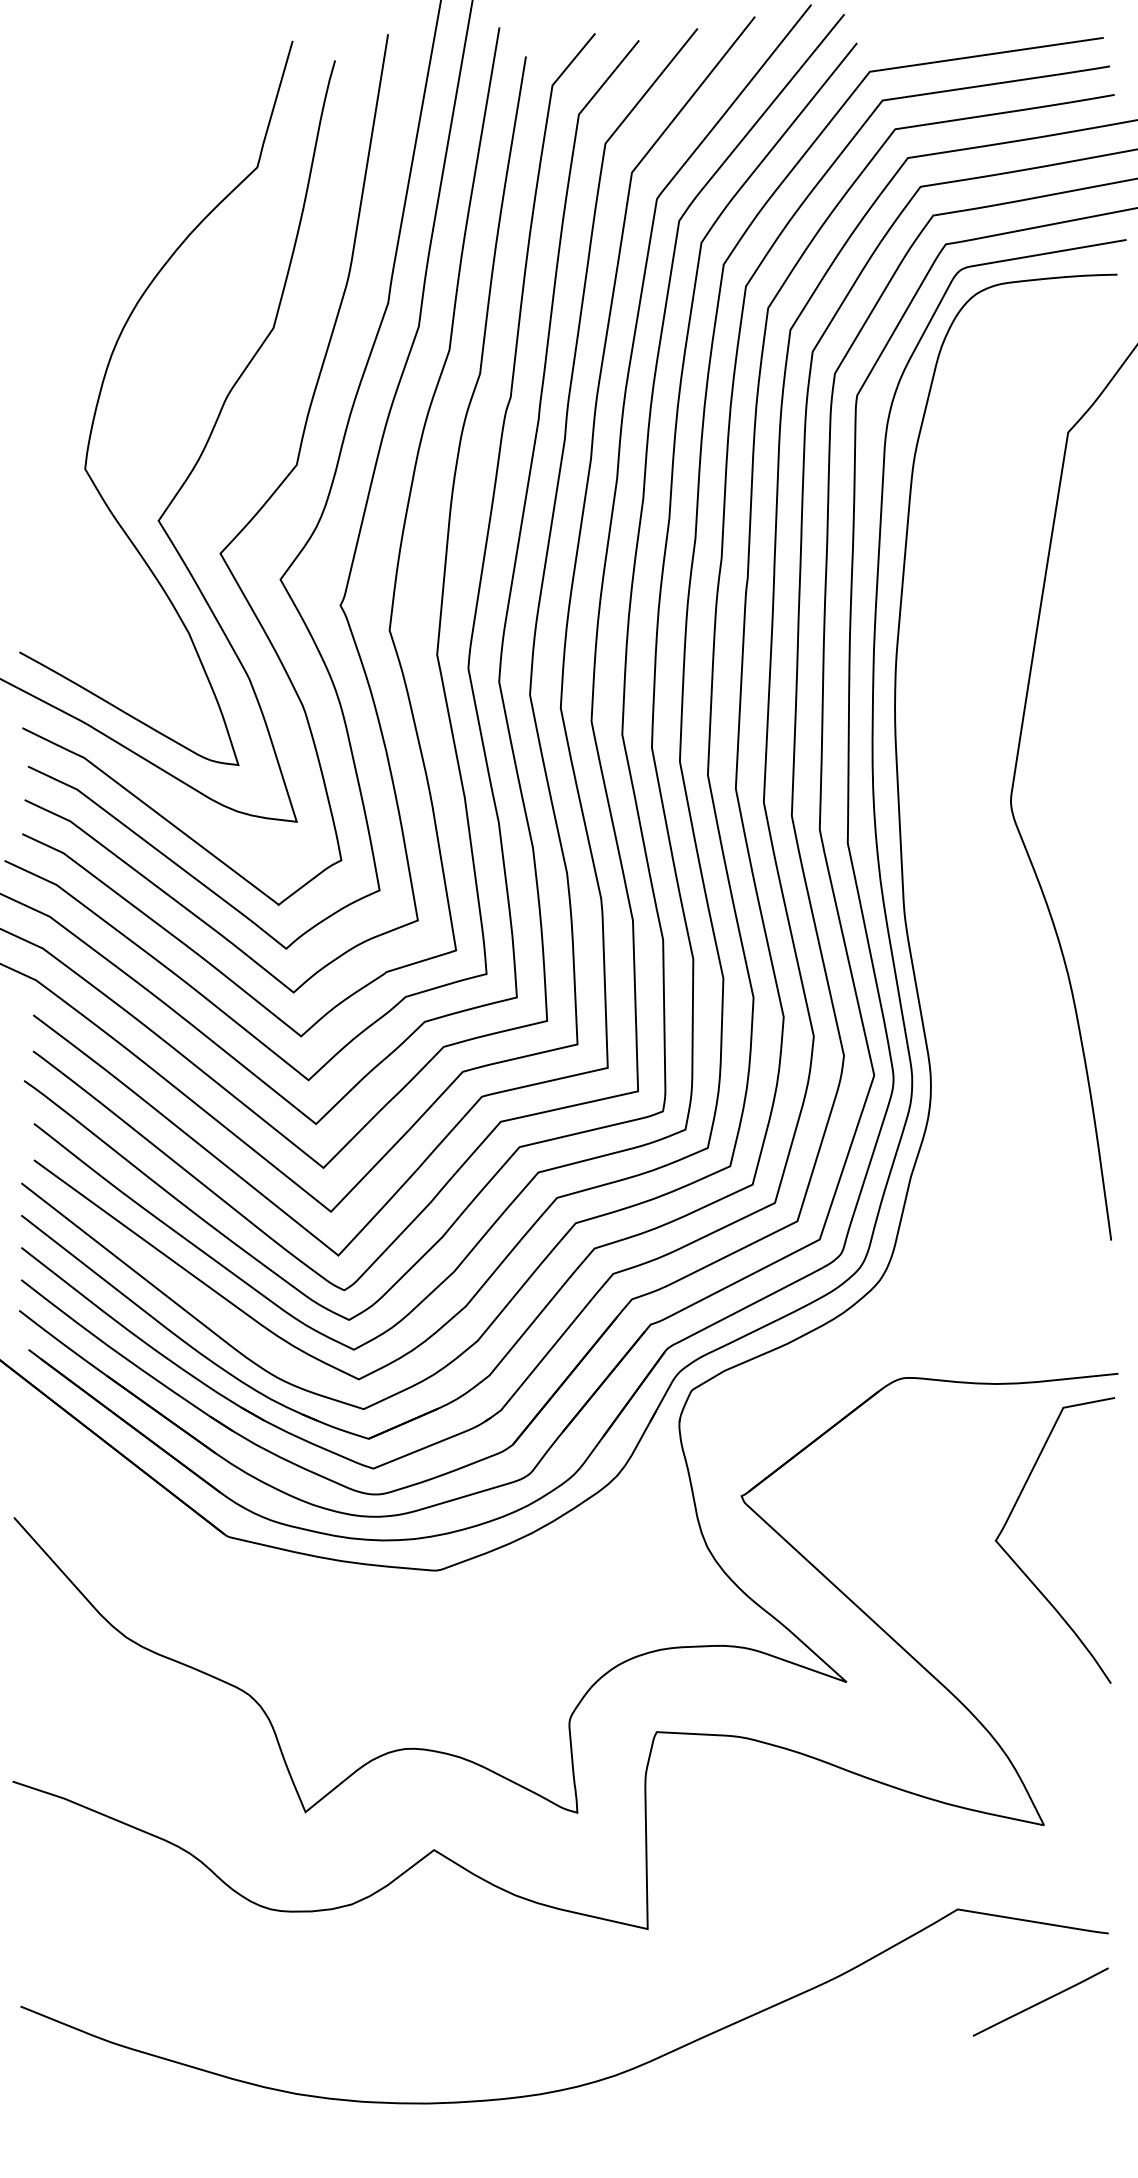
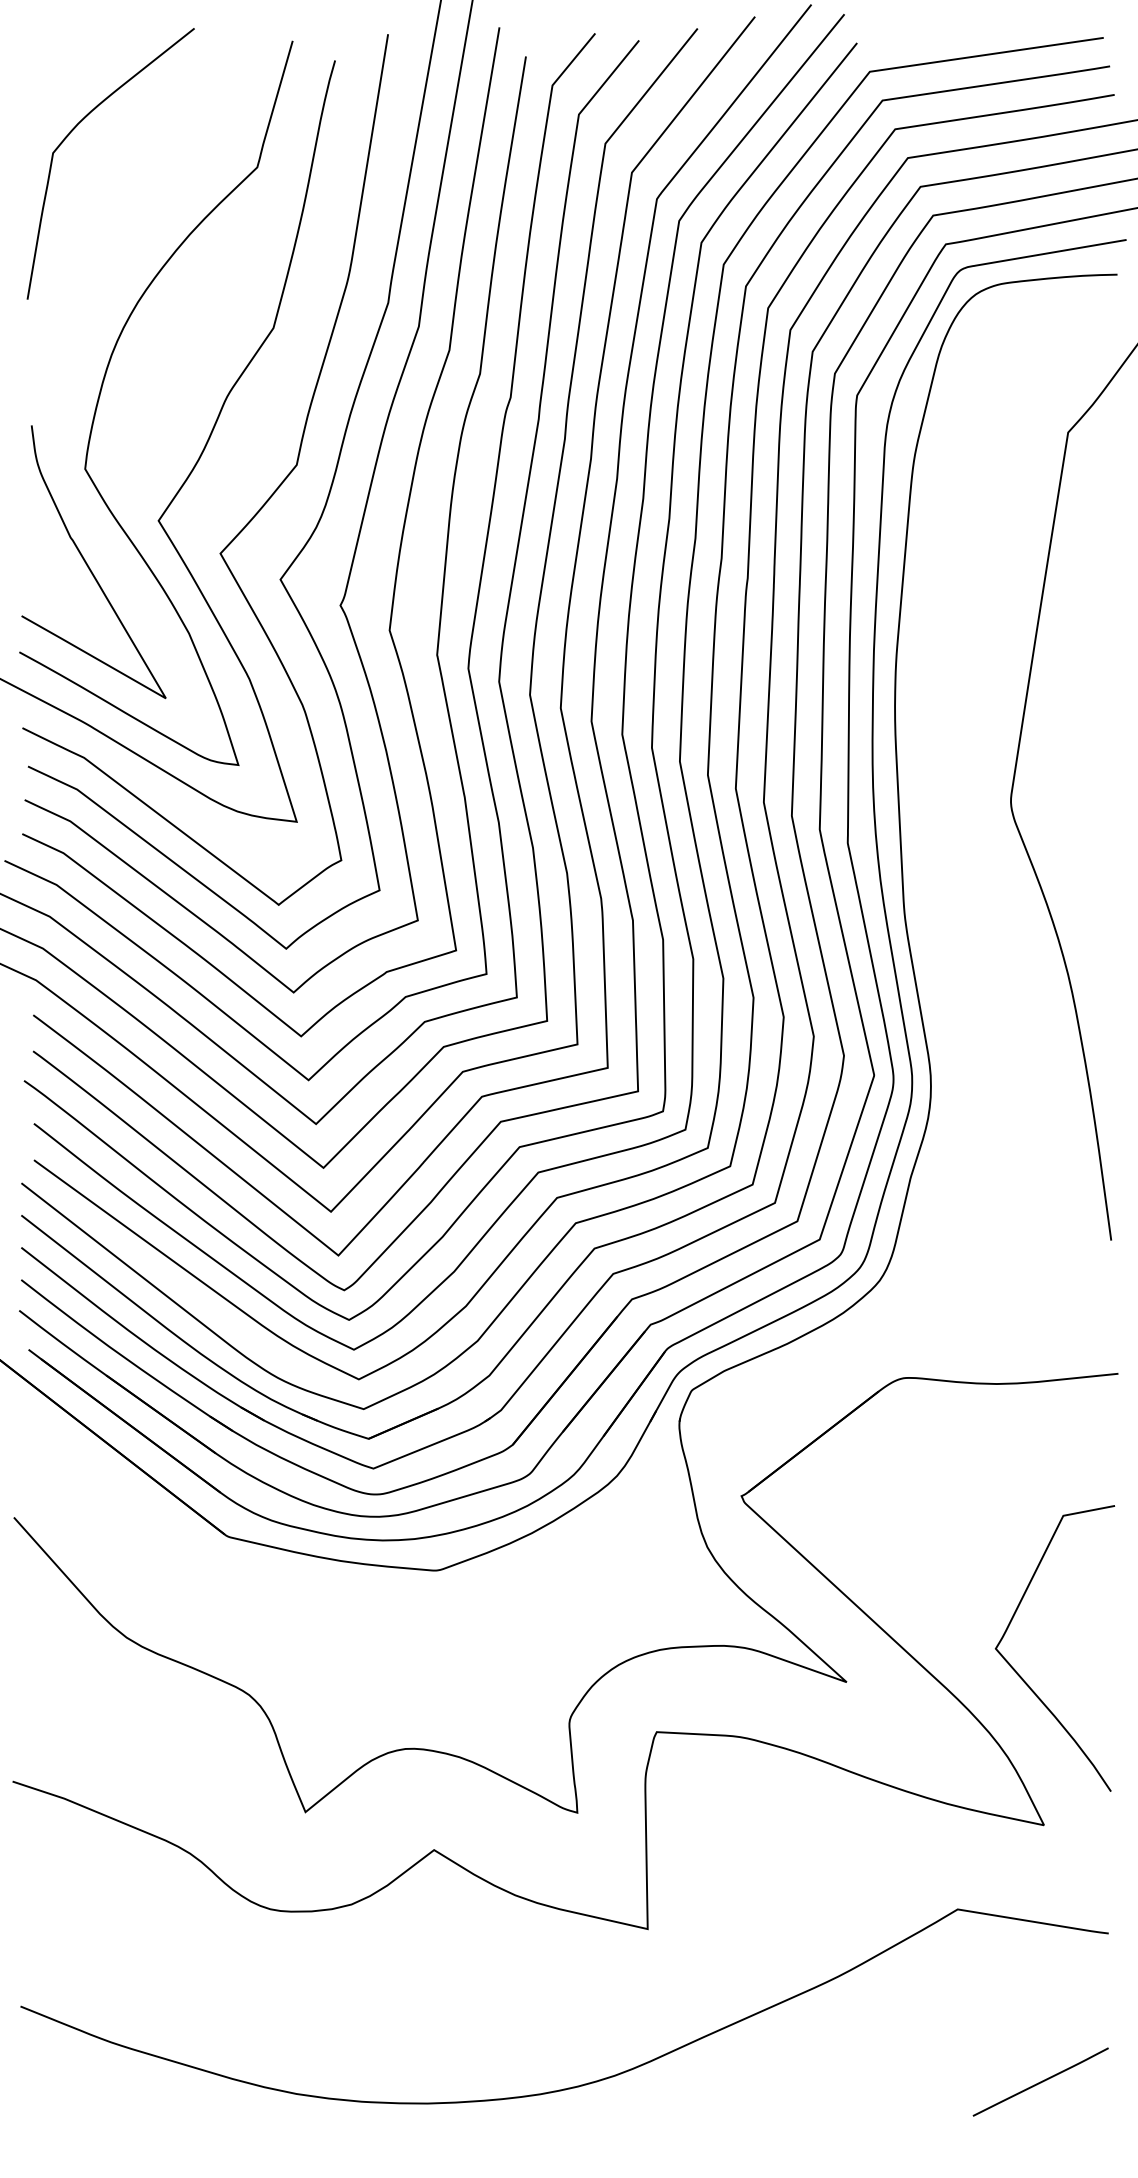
curve at (75, 128): none -> present
curve at (88, 564): none -> present
curve at (1022, 1569) position: (1022, 1569) -> (1022, 1677)
line at (1040, 2001) position: (1040, 2001) -> (1040, 2081)
